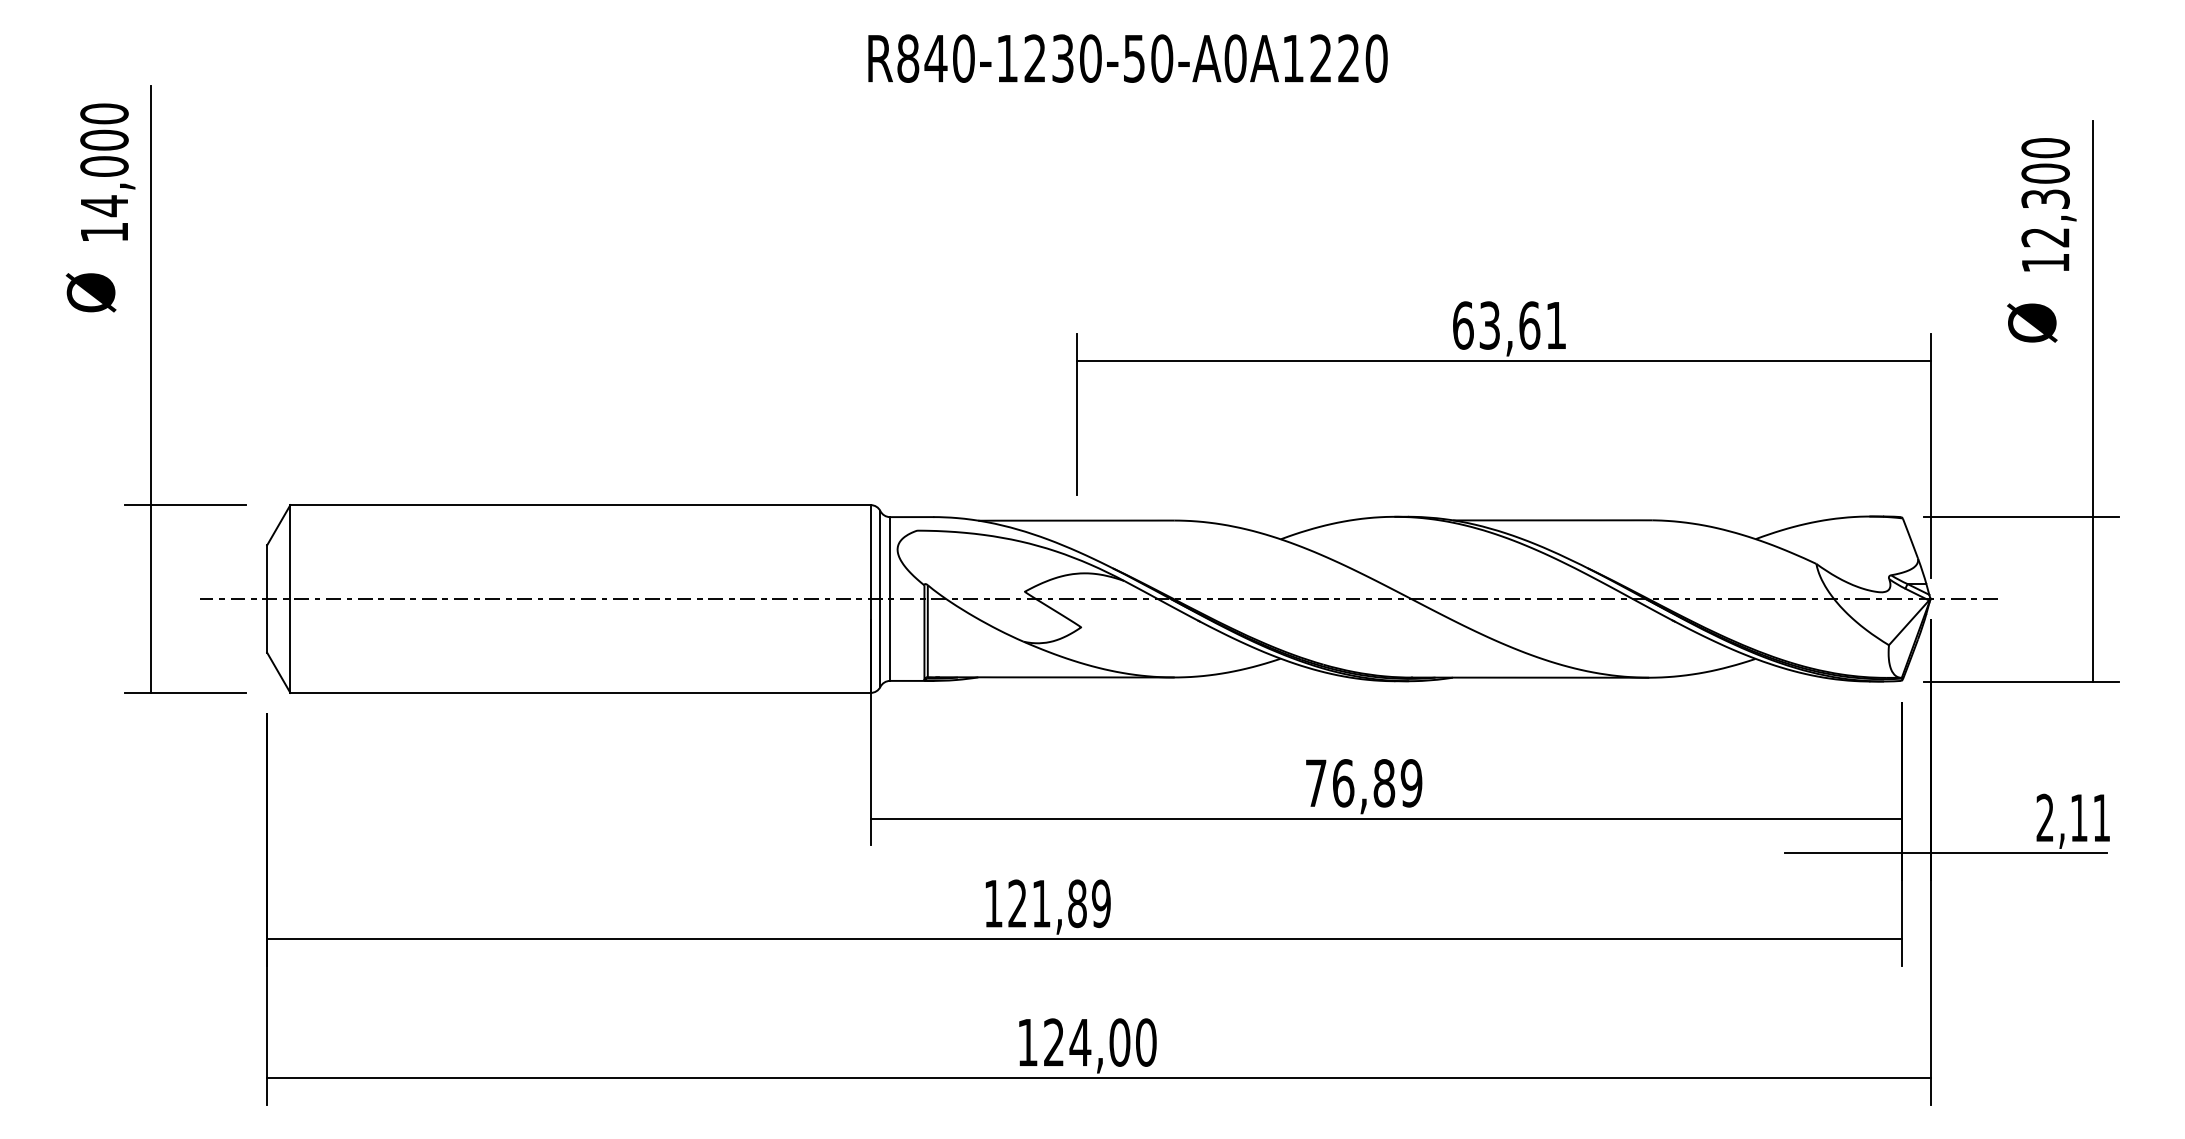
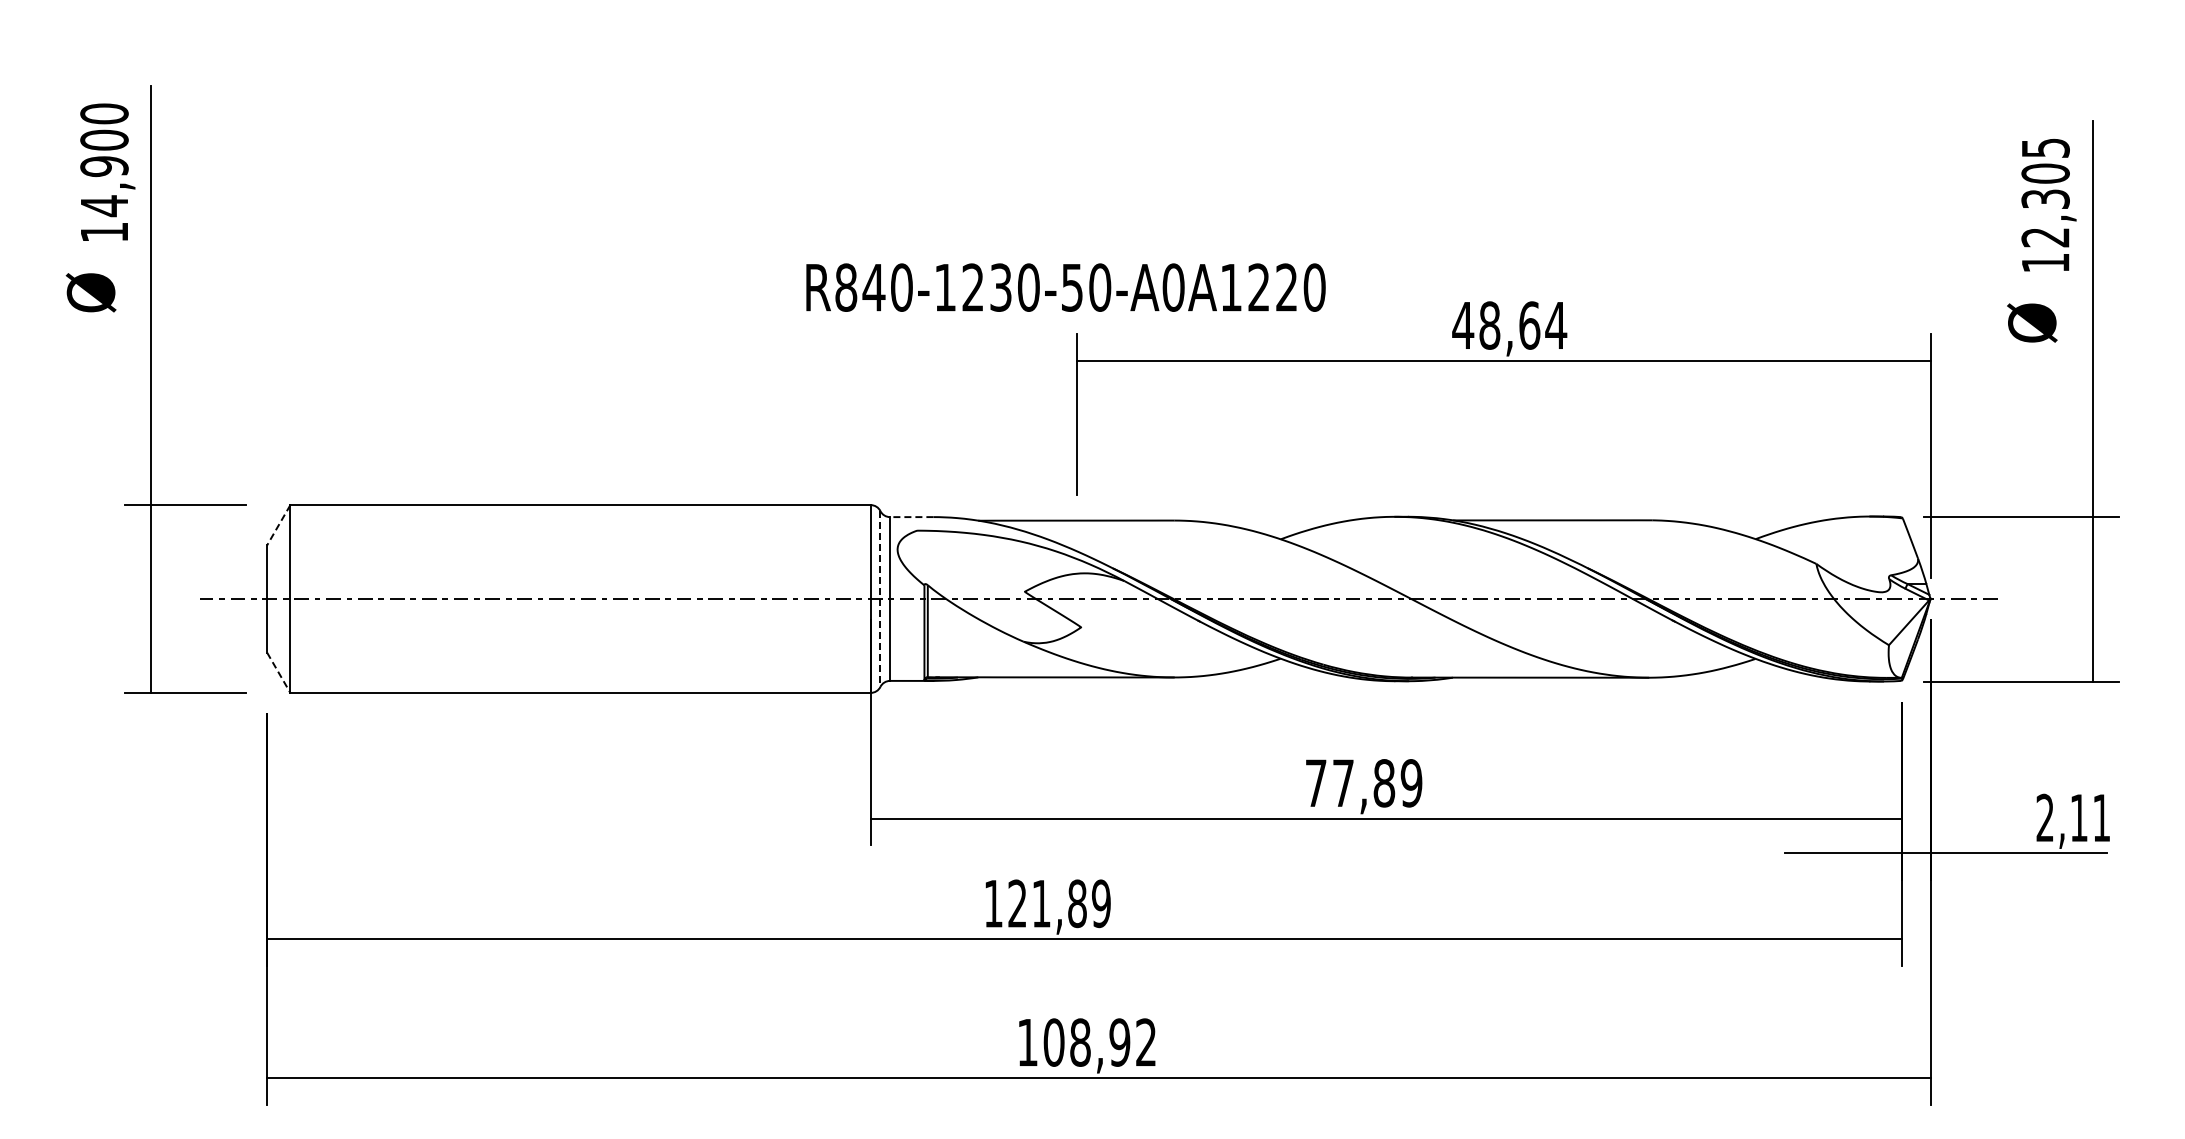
text at (1127, 58) position: (1127, 58) -> (1065, 287)
text at (2045, 148): 12,300 -> 12,305
text at (104, 166): 14,000 -> 14,900
text at (1509, 325): 63,61 -> 48,64
line at (911, 517): solid -> dashed
line at (278, 525): solid -> dashed
line at (880, 599): solid -> dashed
line at (279, 673): solid -> dashed
text at (1343, 783): 76,89 -> 77,89
text at (1099, 1042): 124,00 -> 108,92
